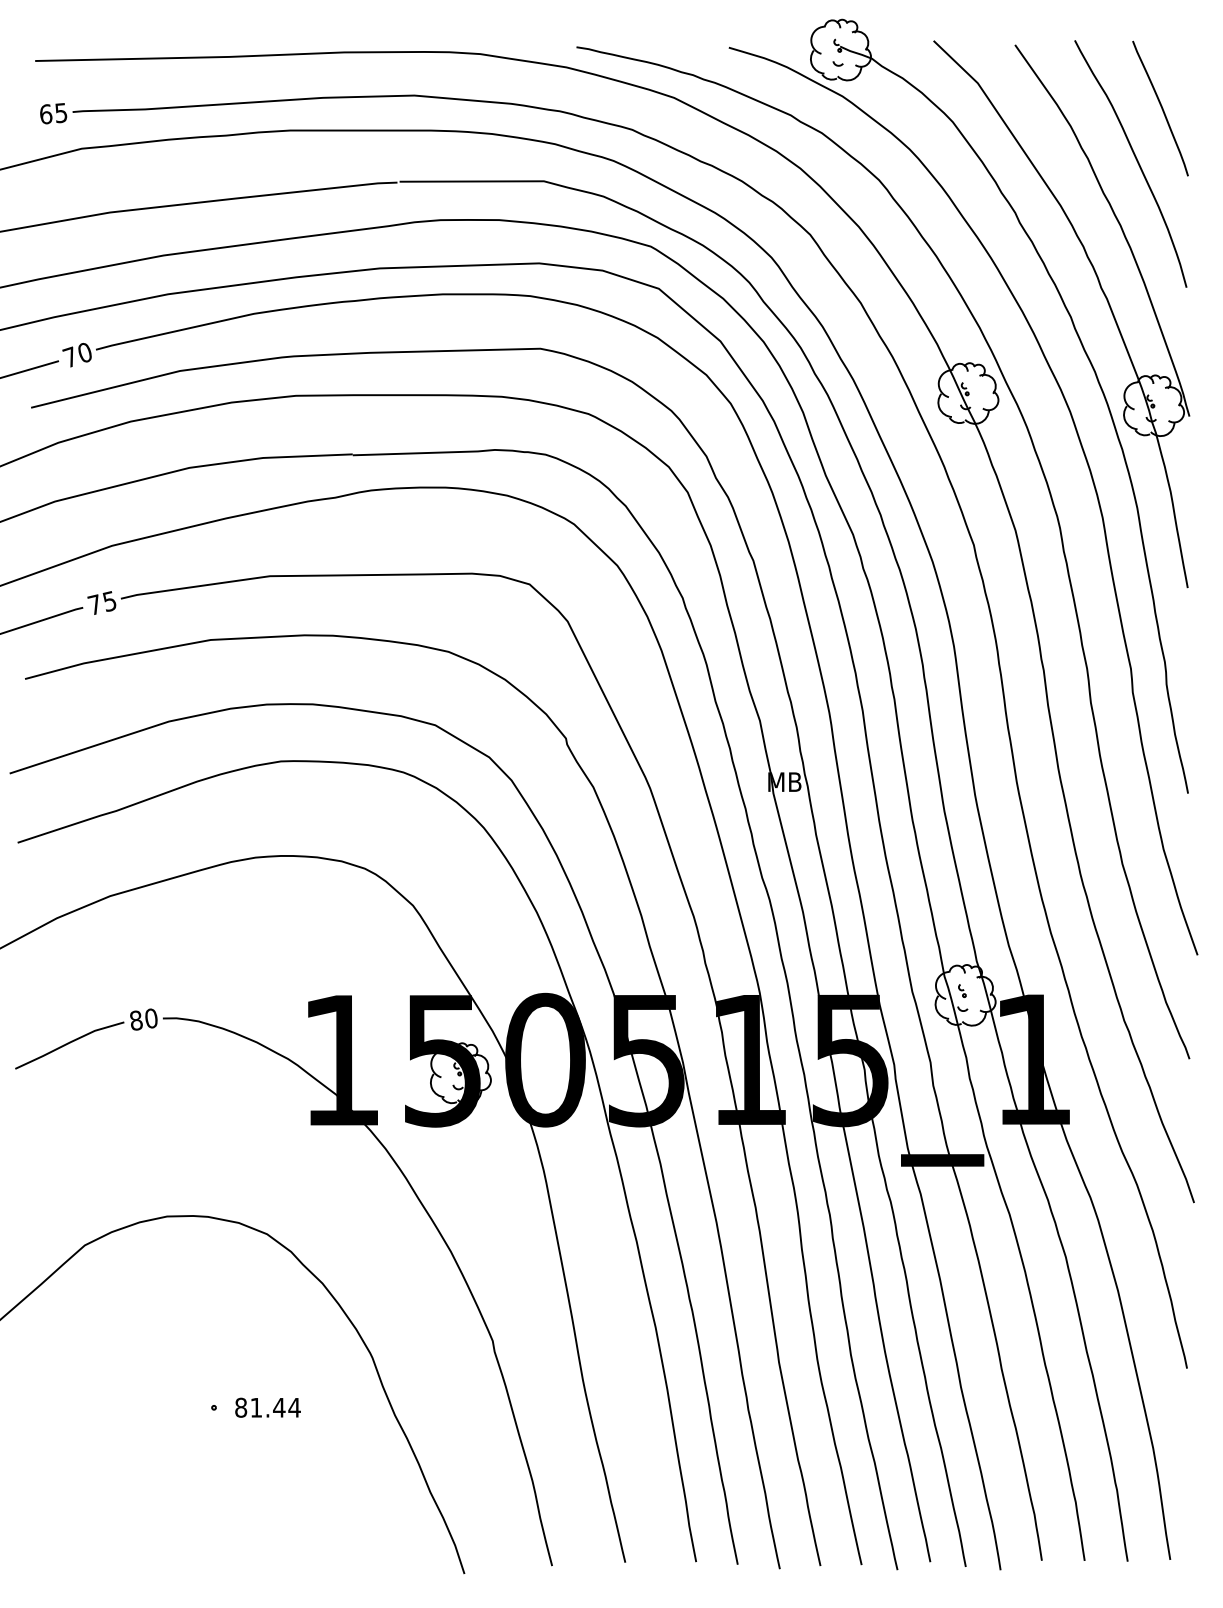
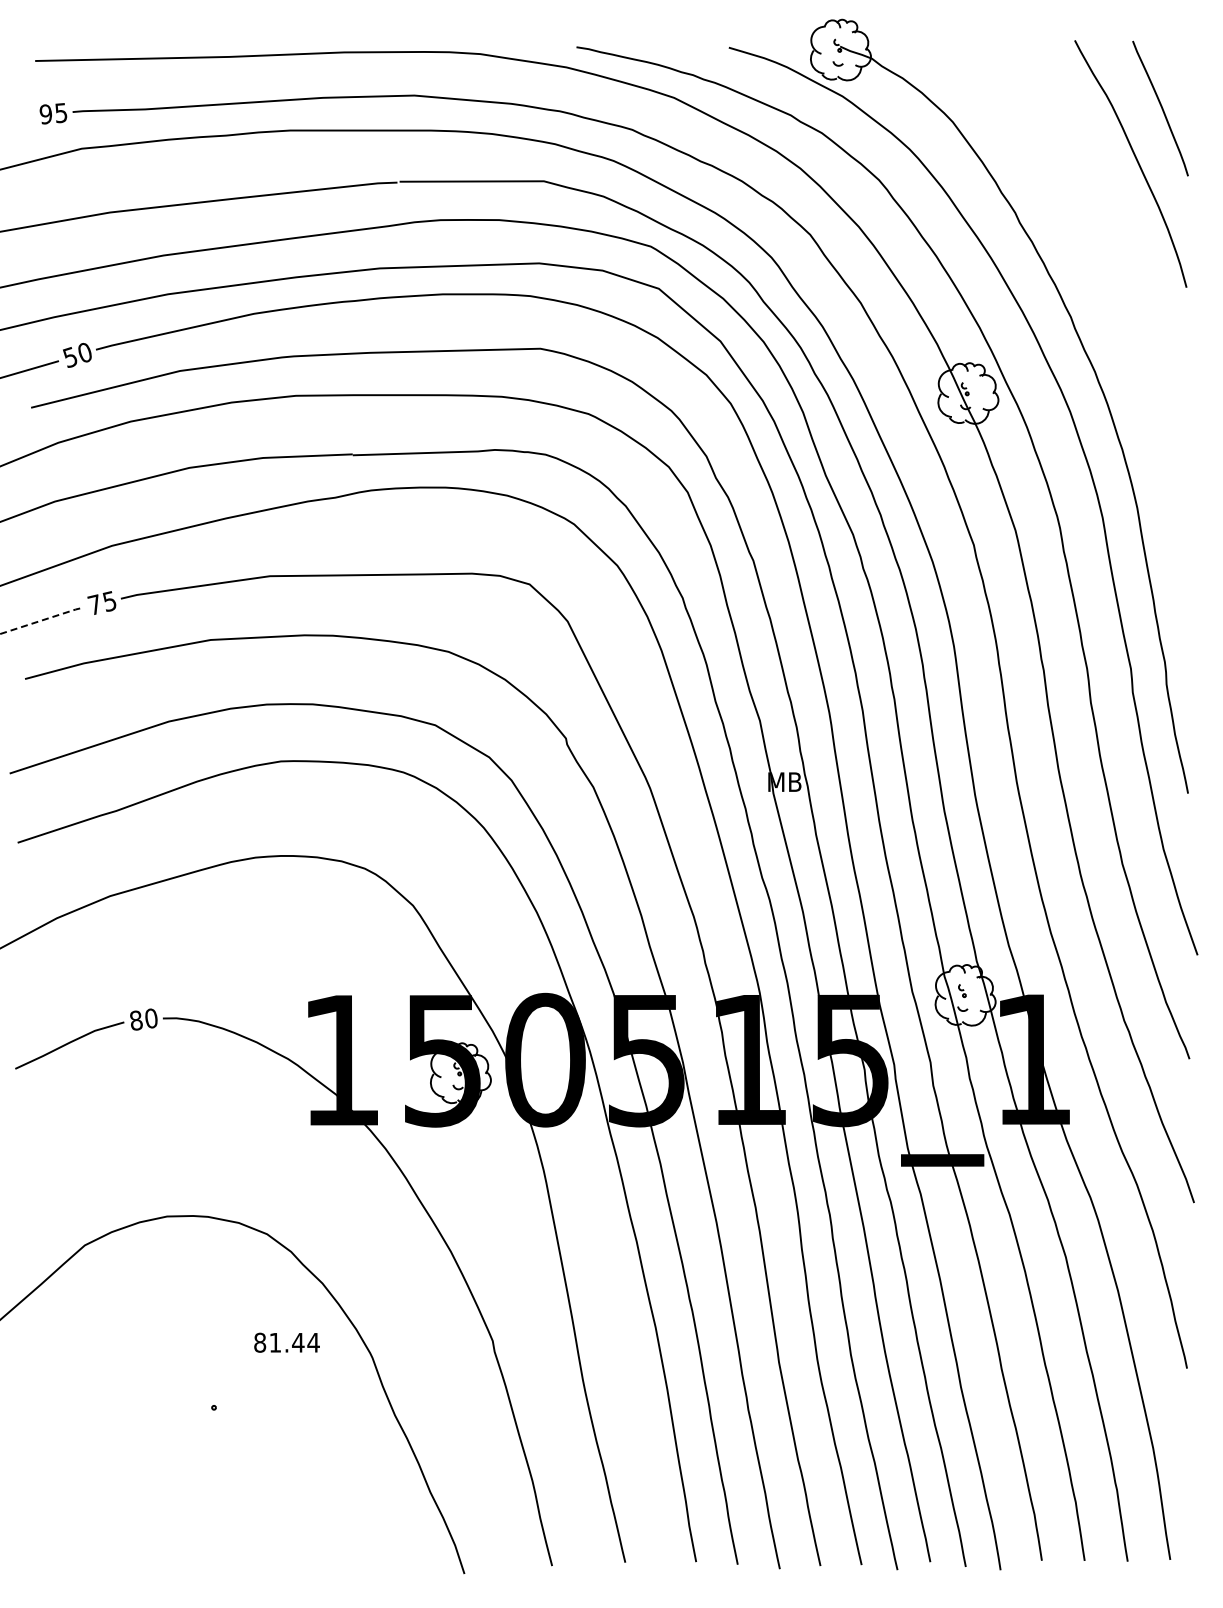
text at (45, 114): 65 -> 95
part at (1103, 294): present -> none
text at (69, 356): 70 -> 50
line at (42, 620): solid -> dashed
text at (267, 1407) position: (267, 1407) -> (286, 1342)
